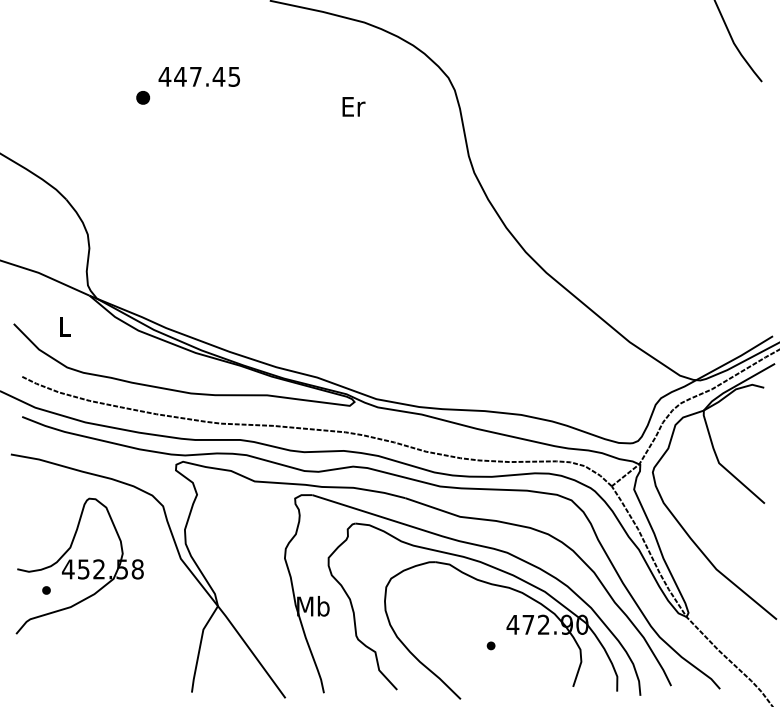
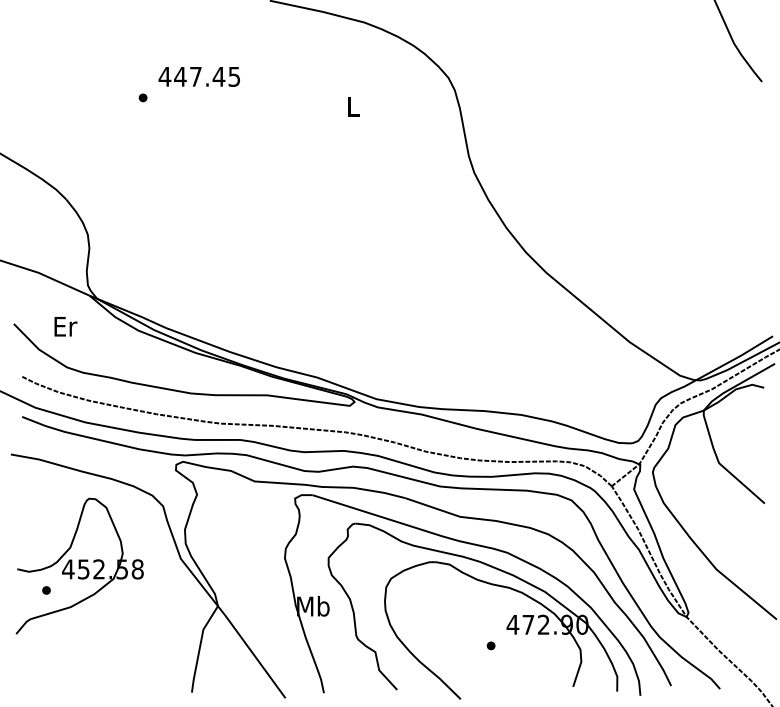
part at (143, 97) size: 15x14 px -> 10x10 px
text at (353, 106): Er -> L
text at (65, 326): L -> Er
